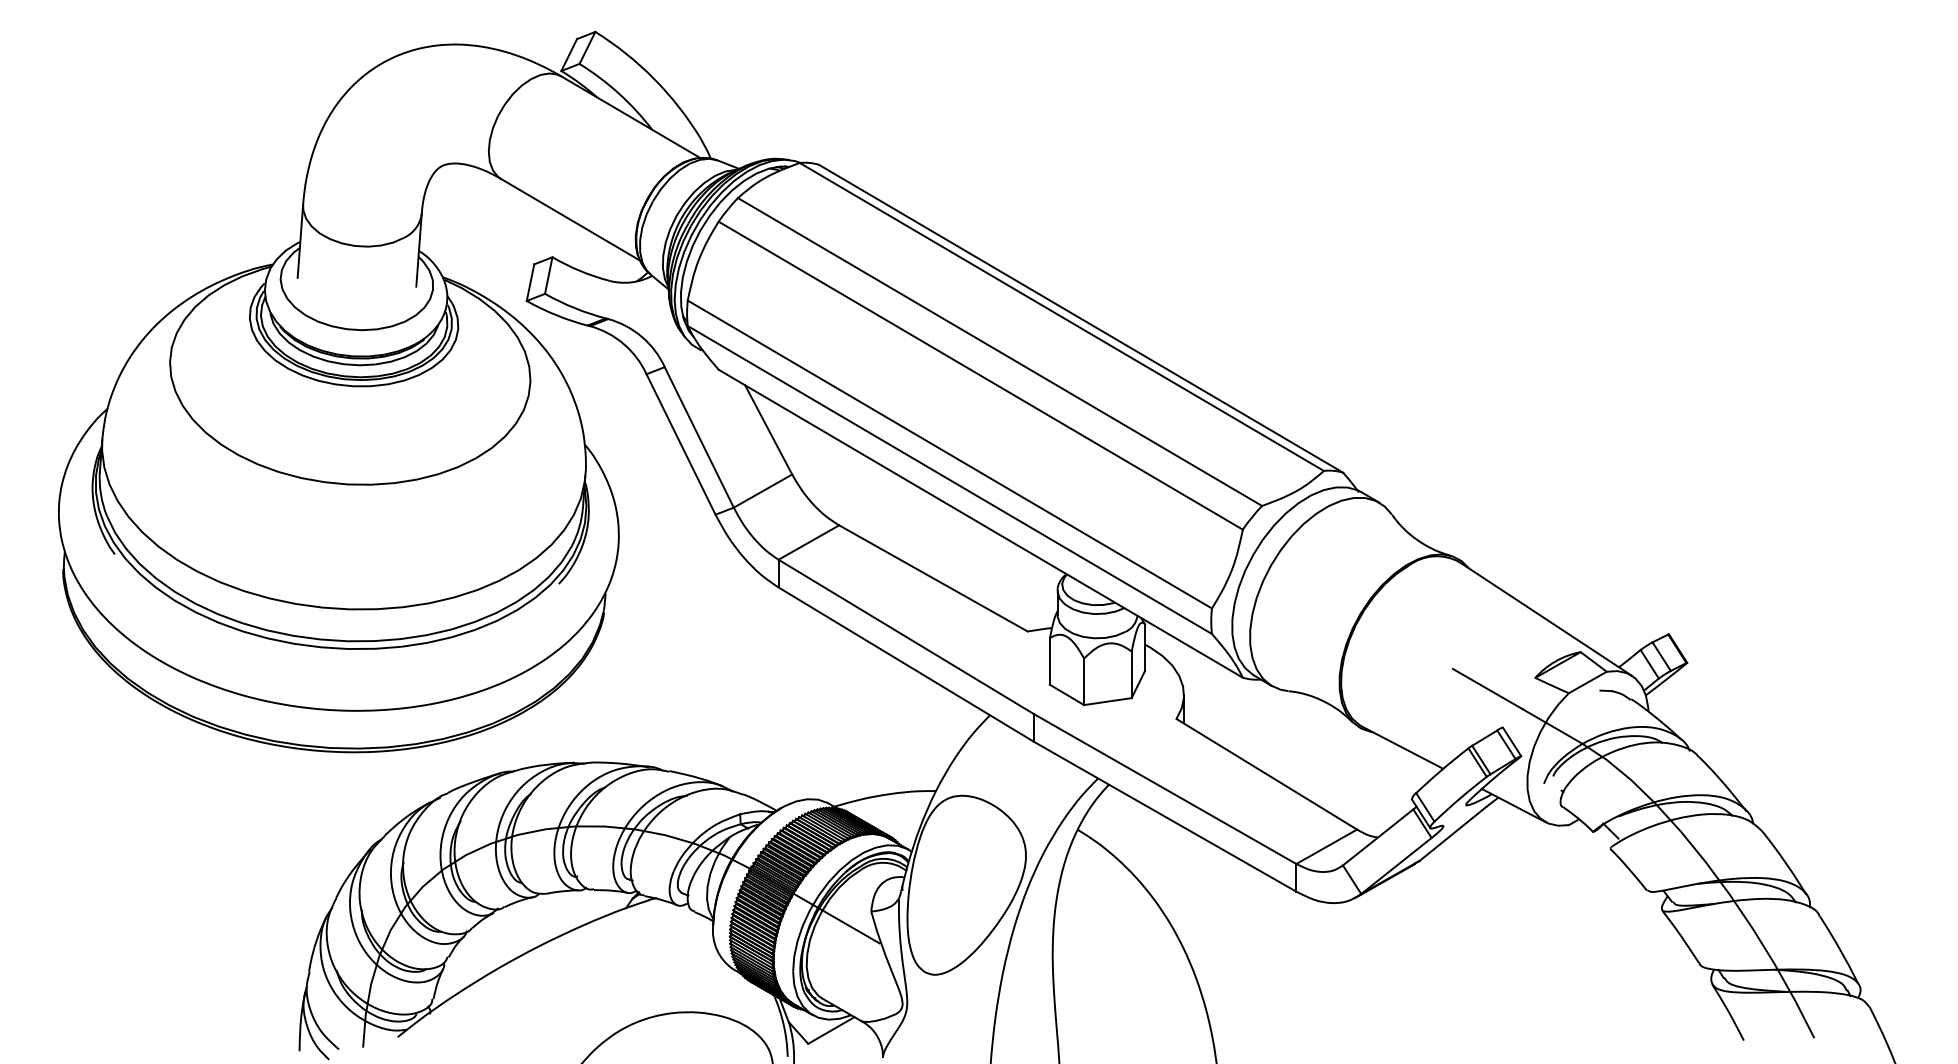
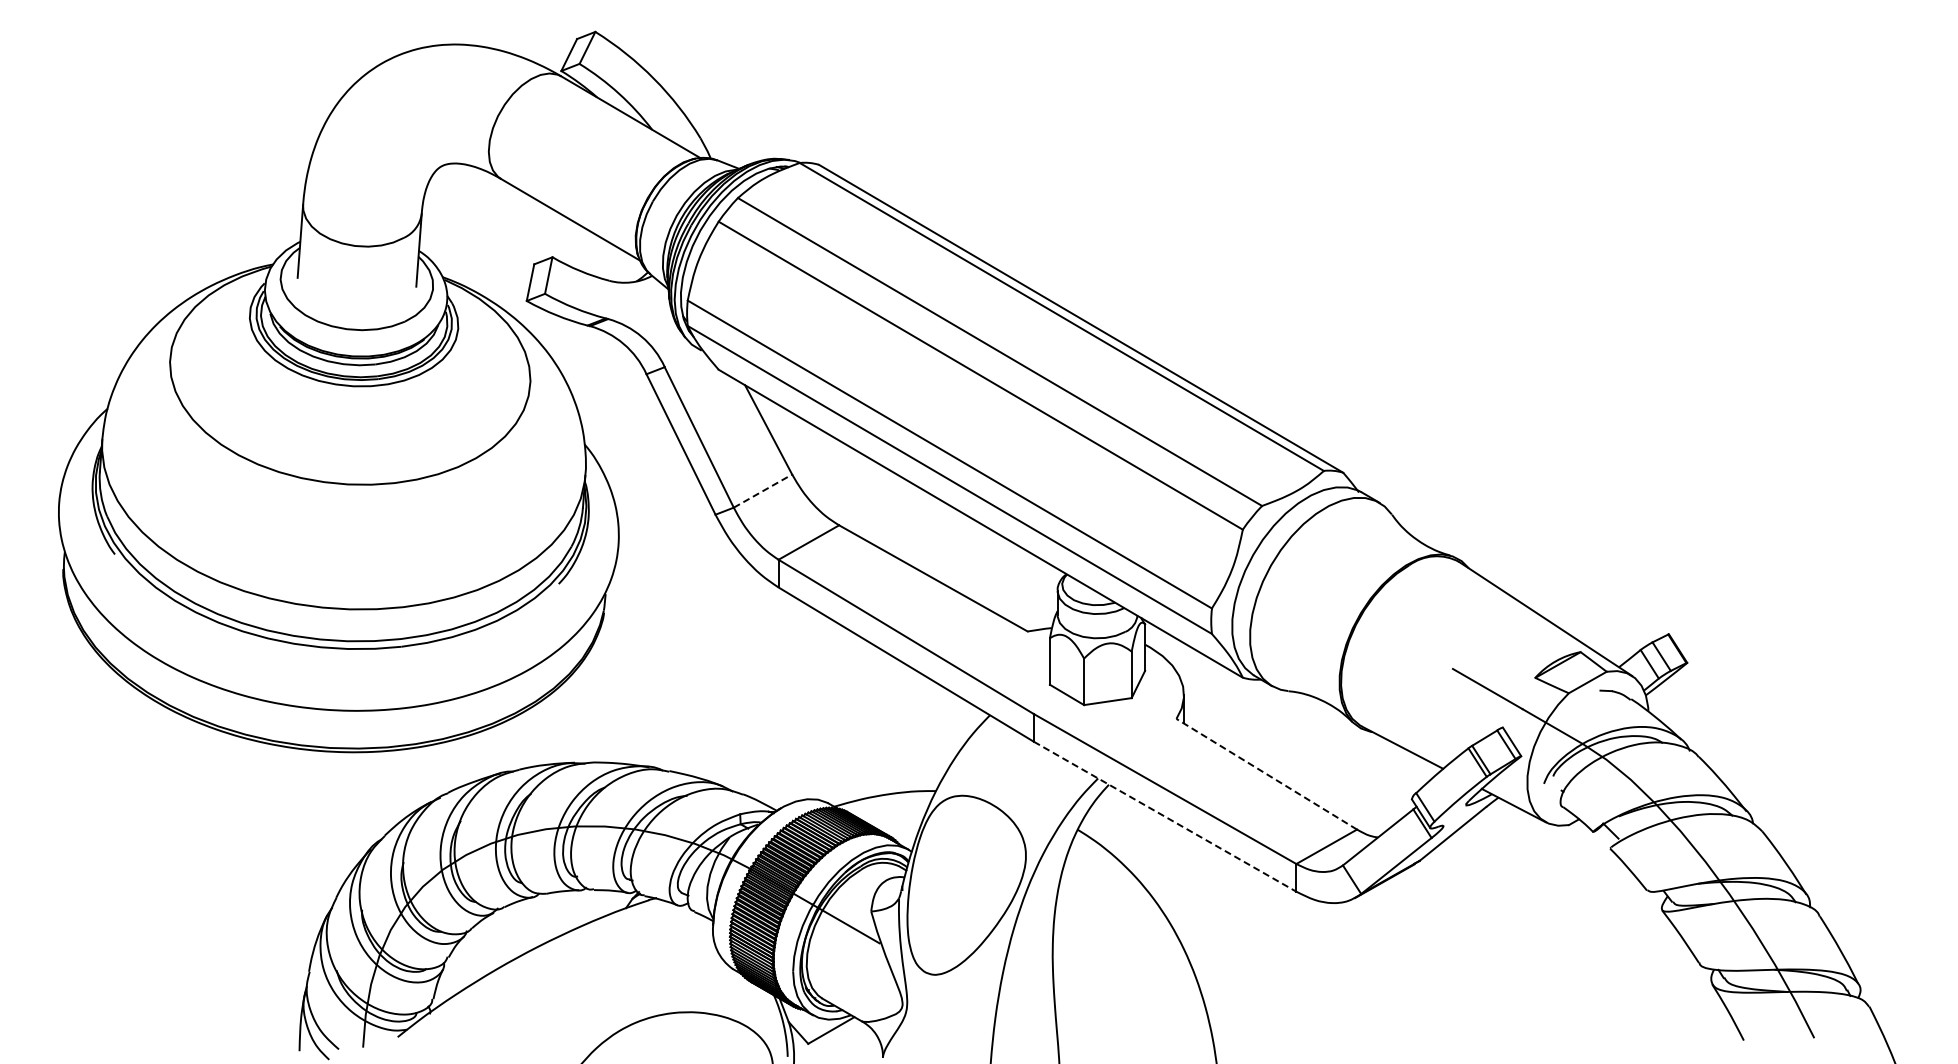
line at (763, 491): solid -> dashed
line at (1266, 774): solid -> dashed
line at (1165, 816): solid -> dashed
